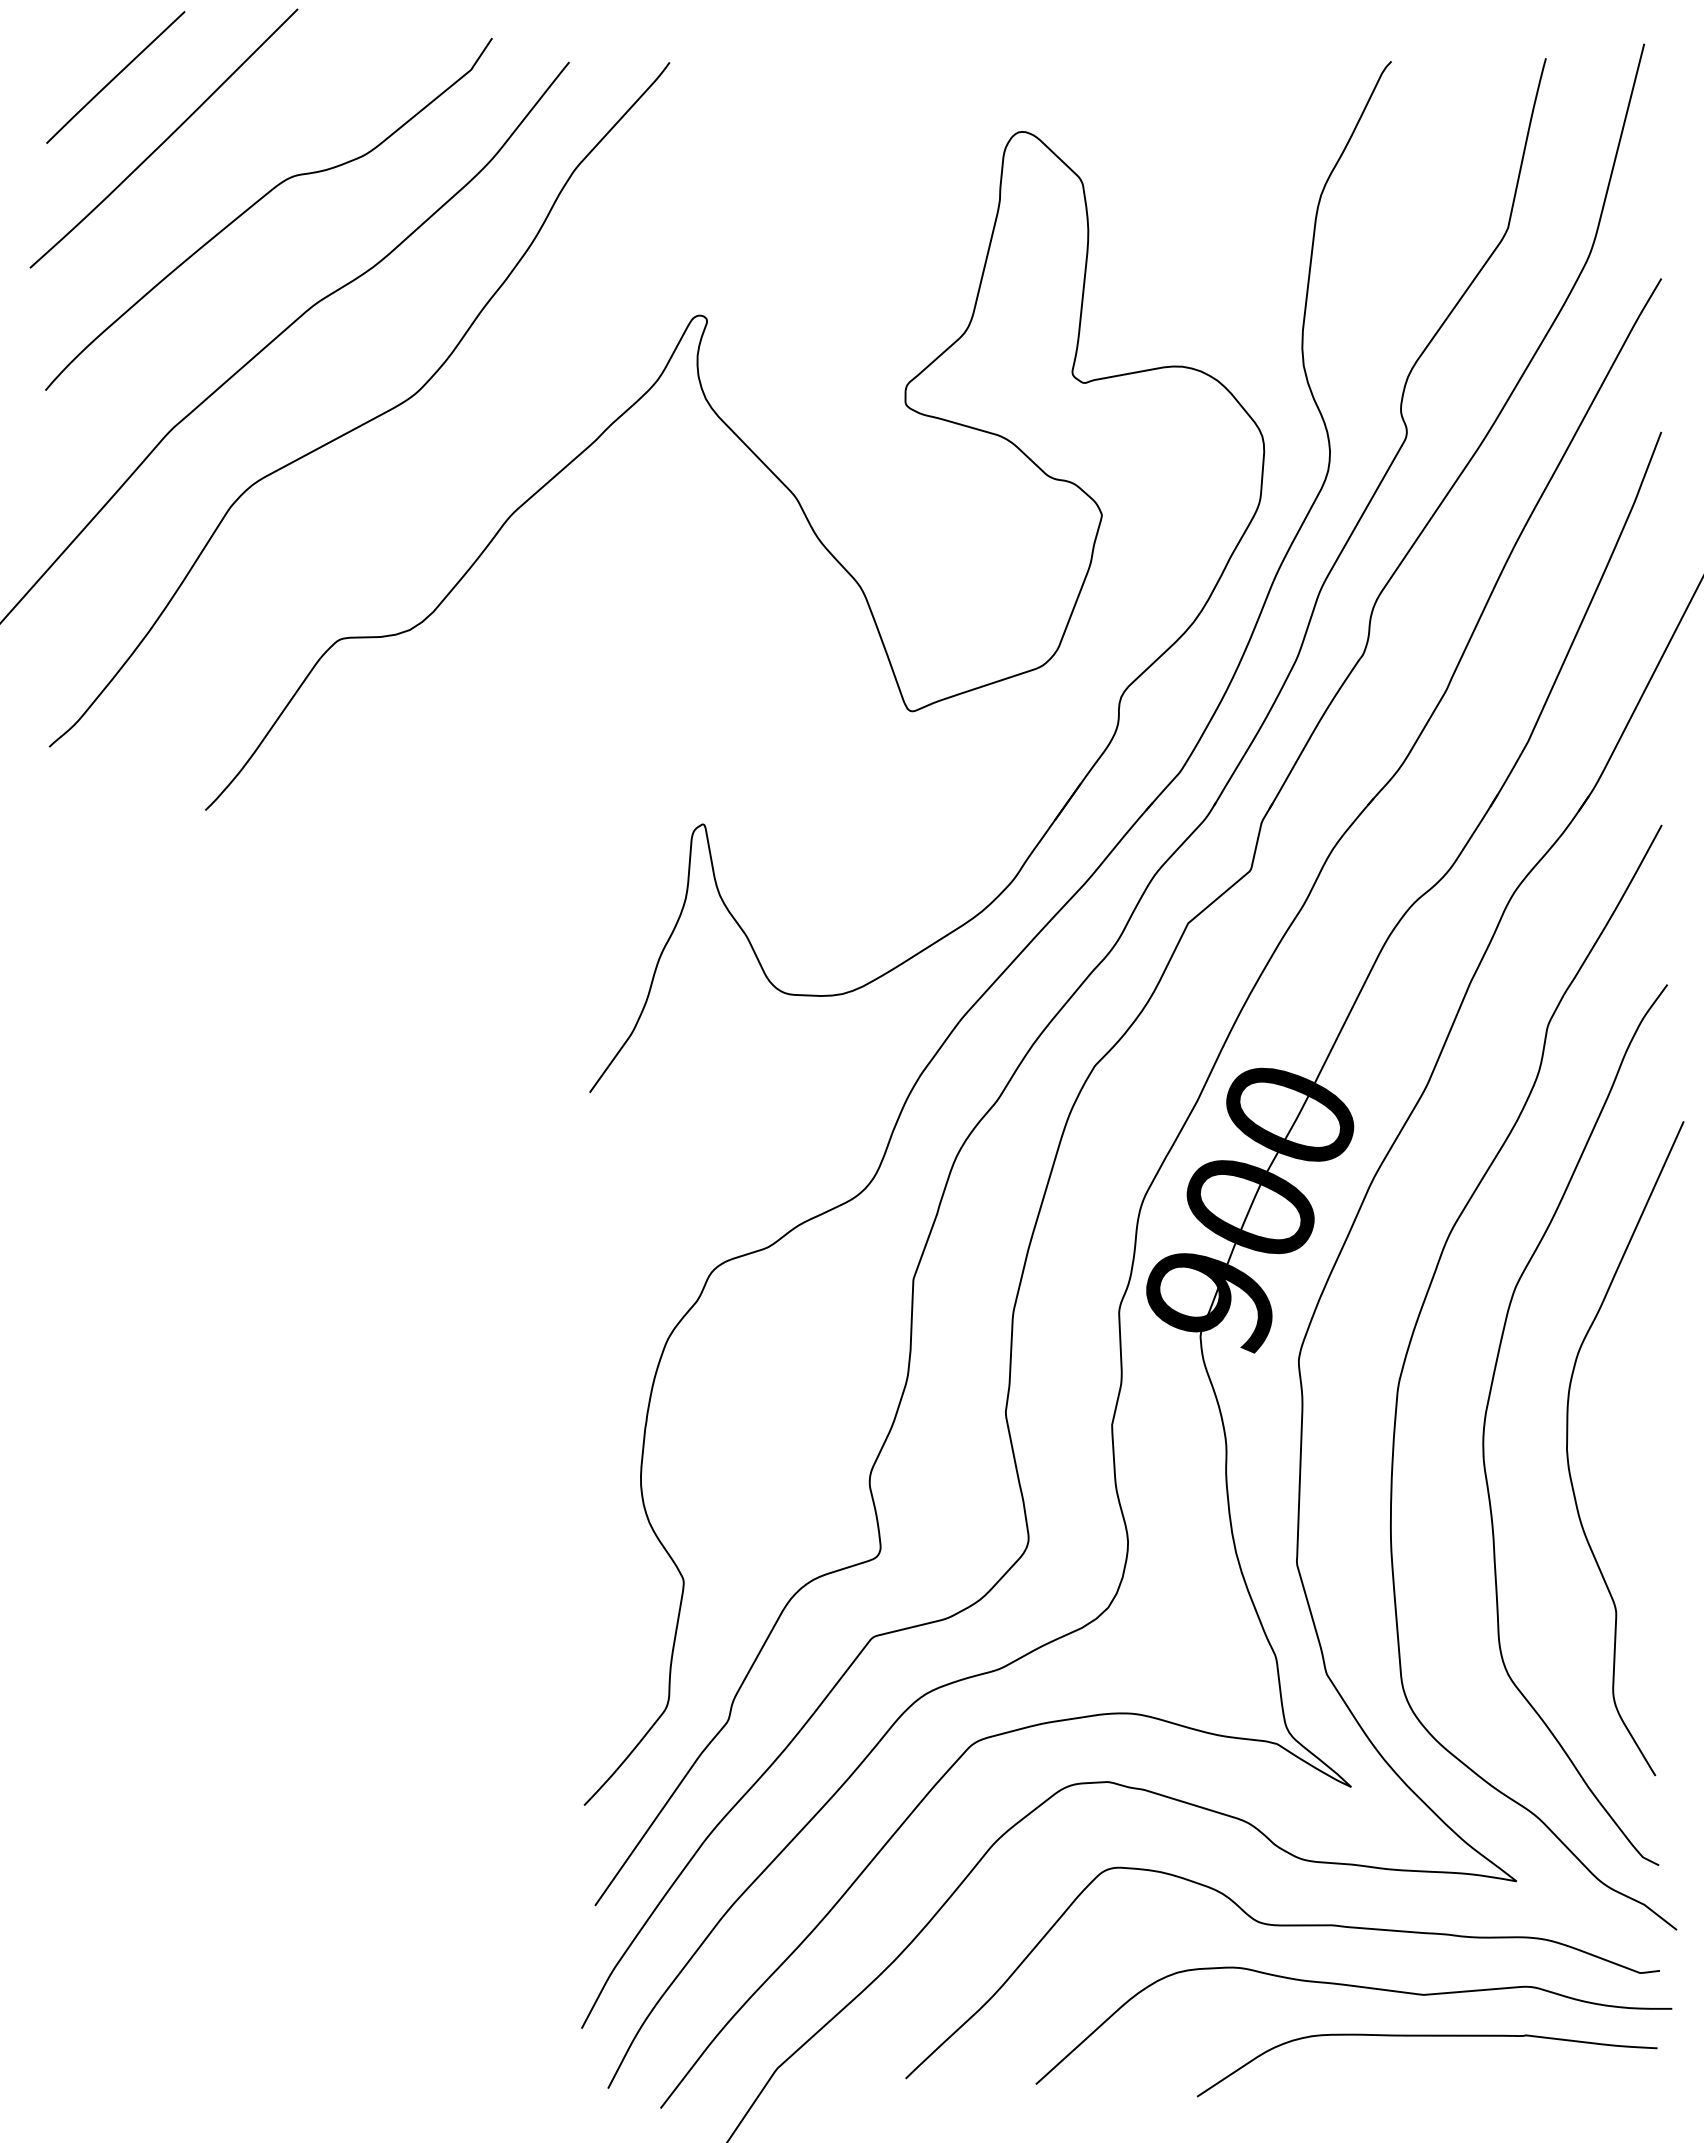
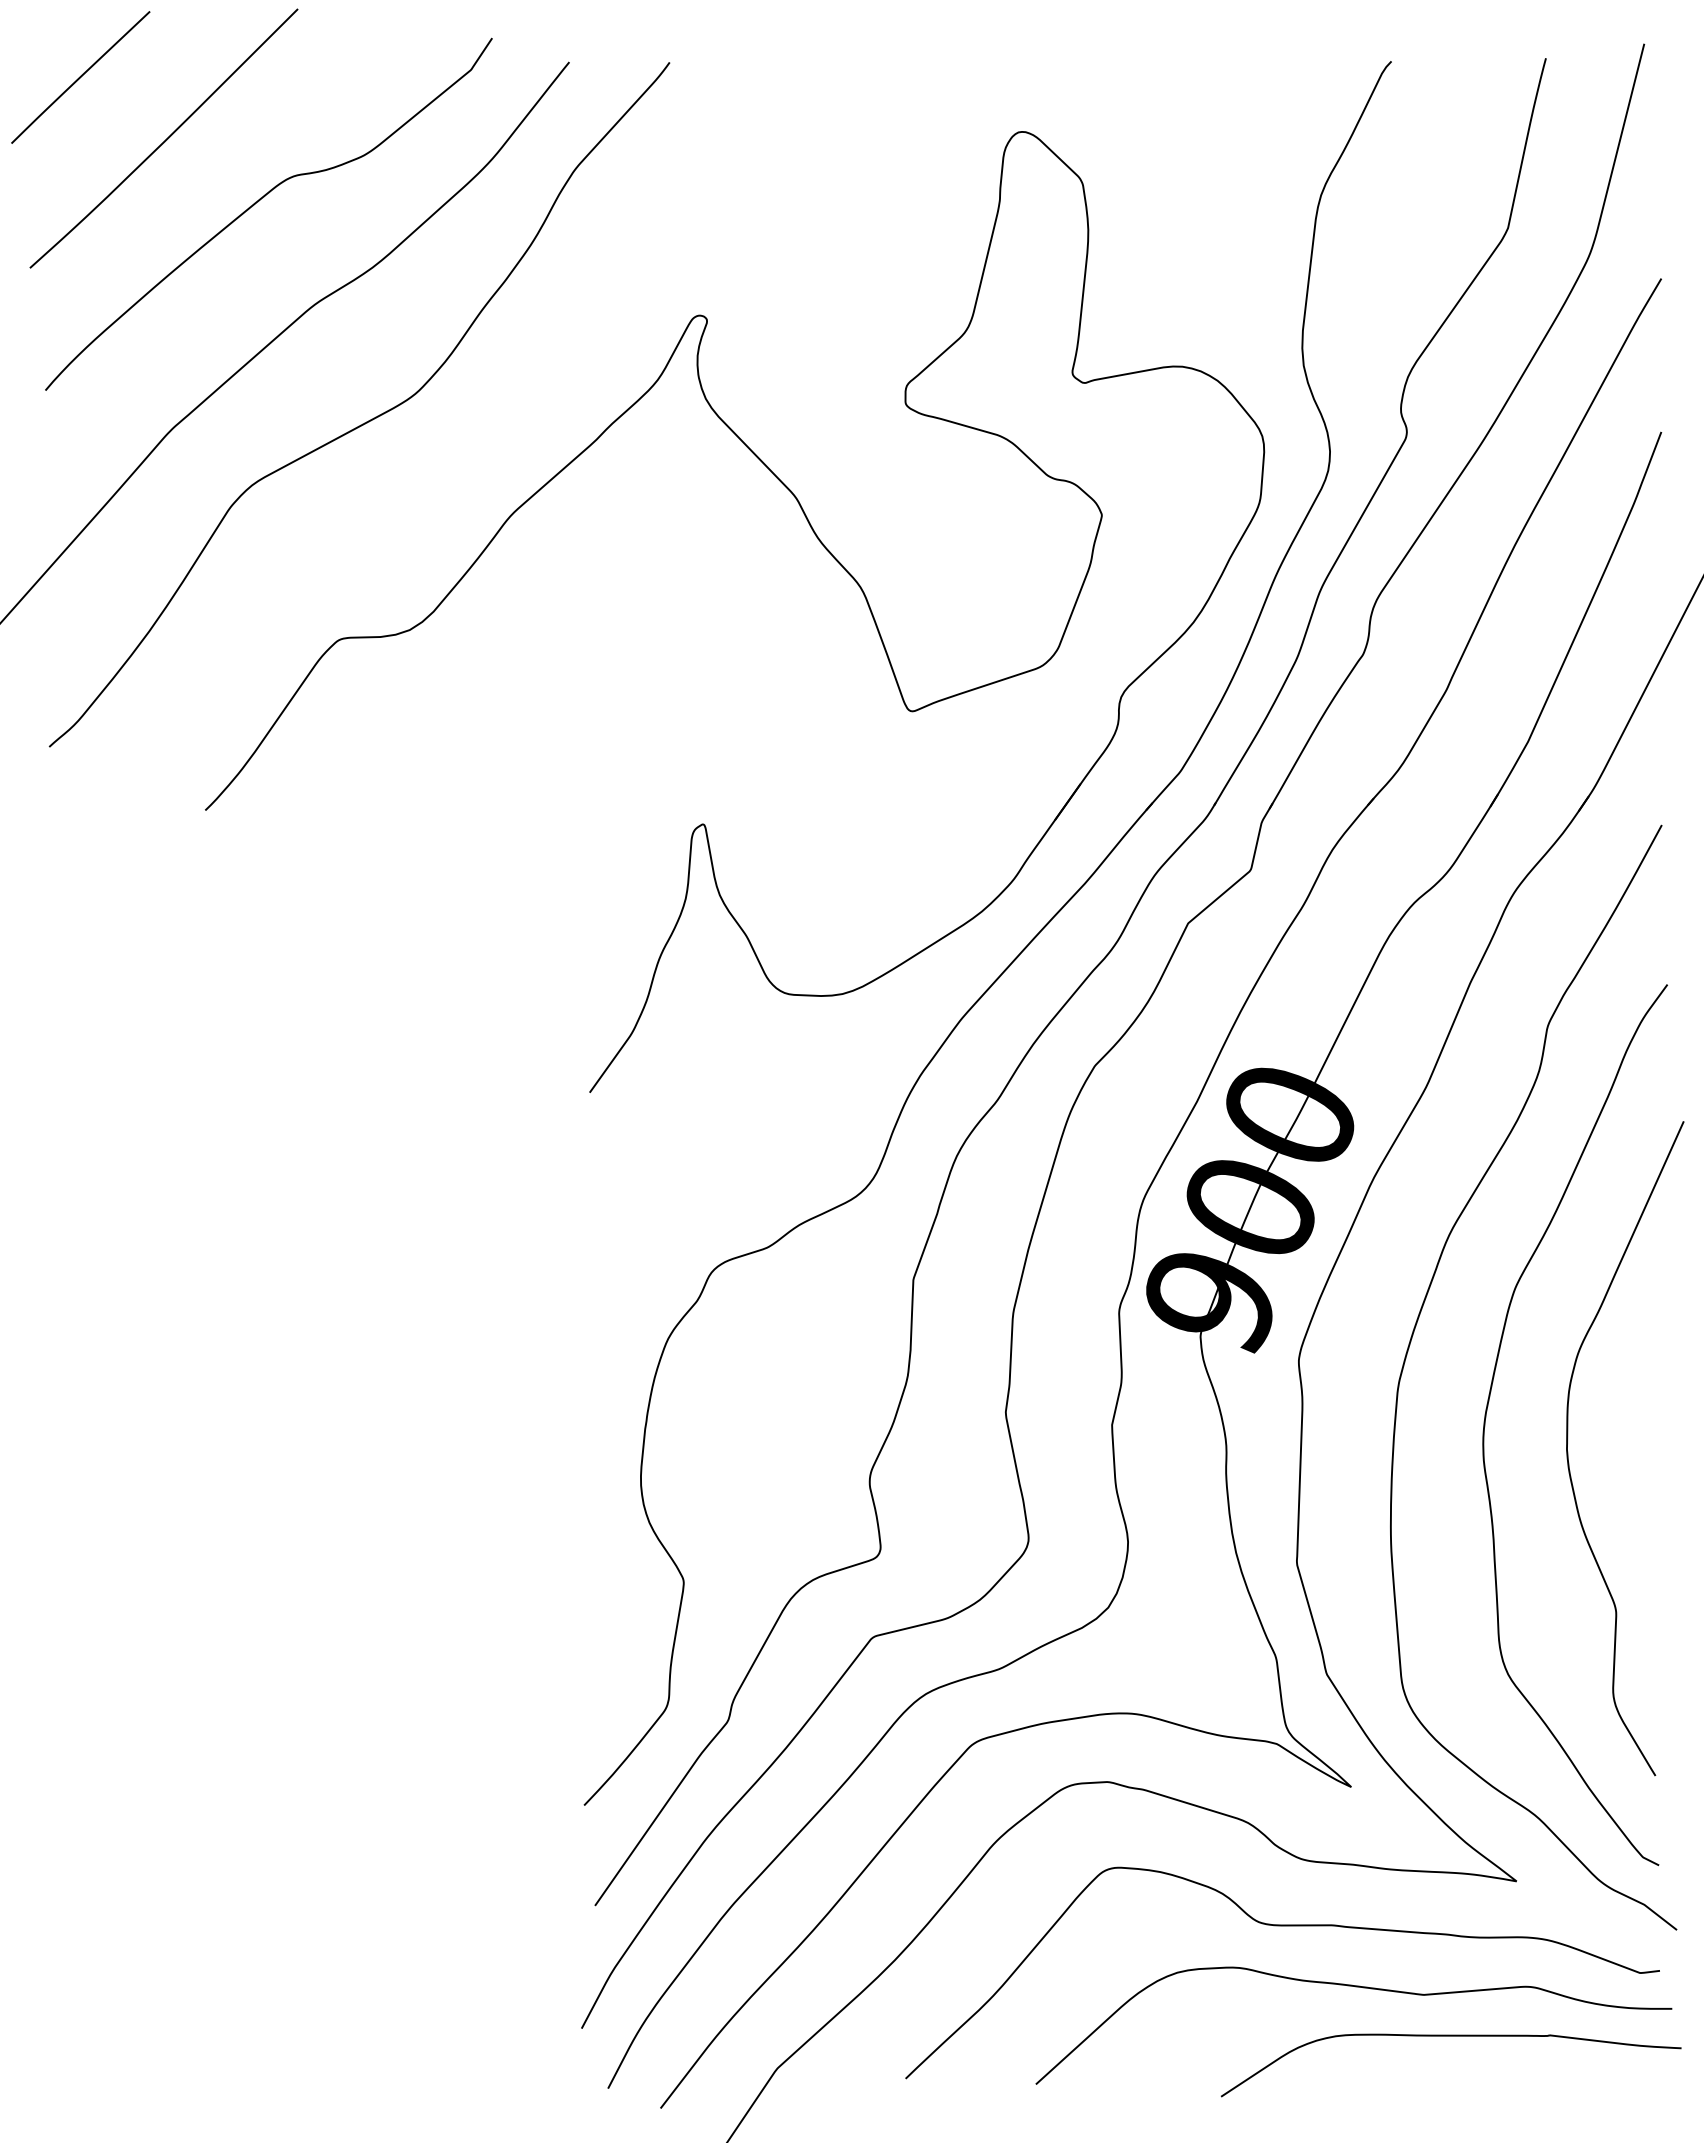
line at (115, 77) position: (115, 77) -> (80, 77)
curve at (1426, 2036) position: (1426, 2036) -> (1450, 2036)
